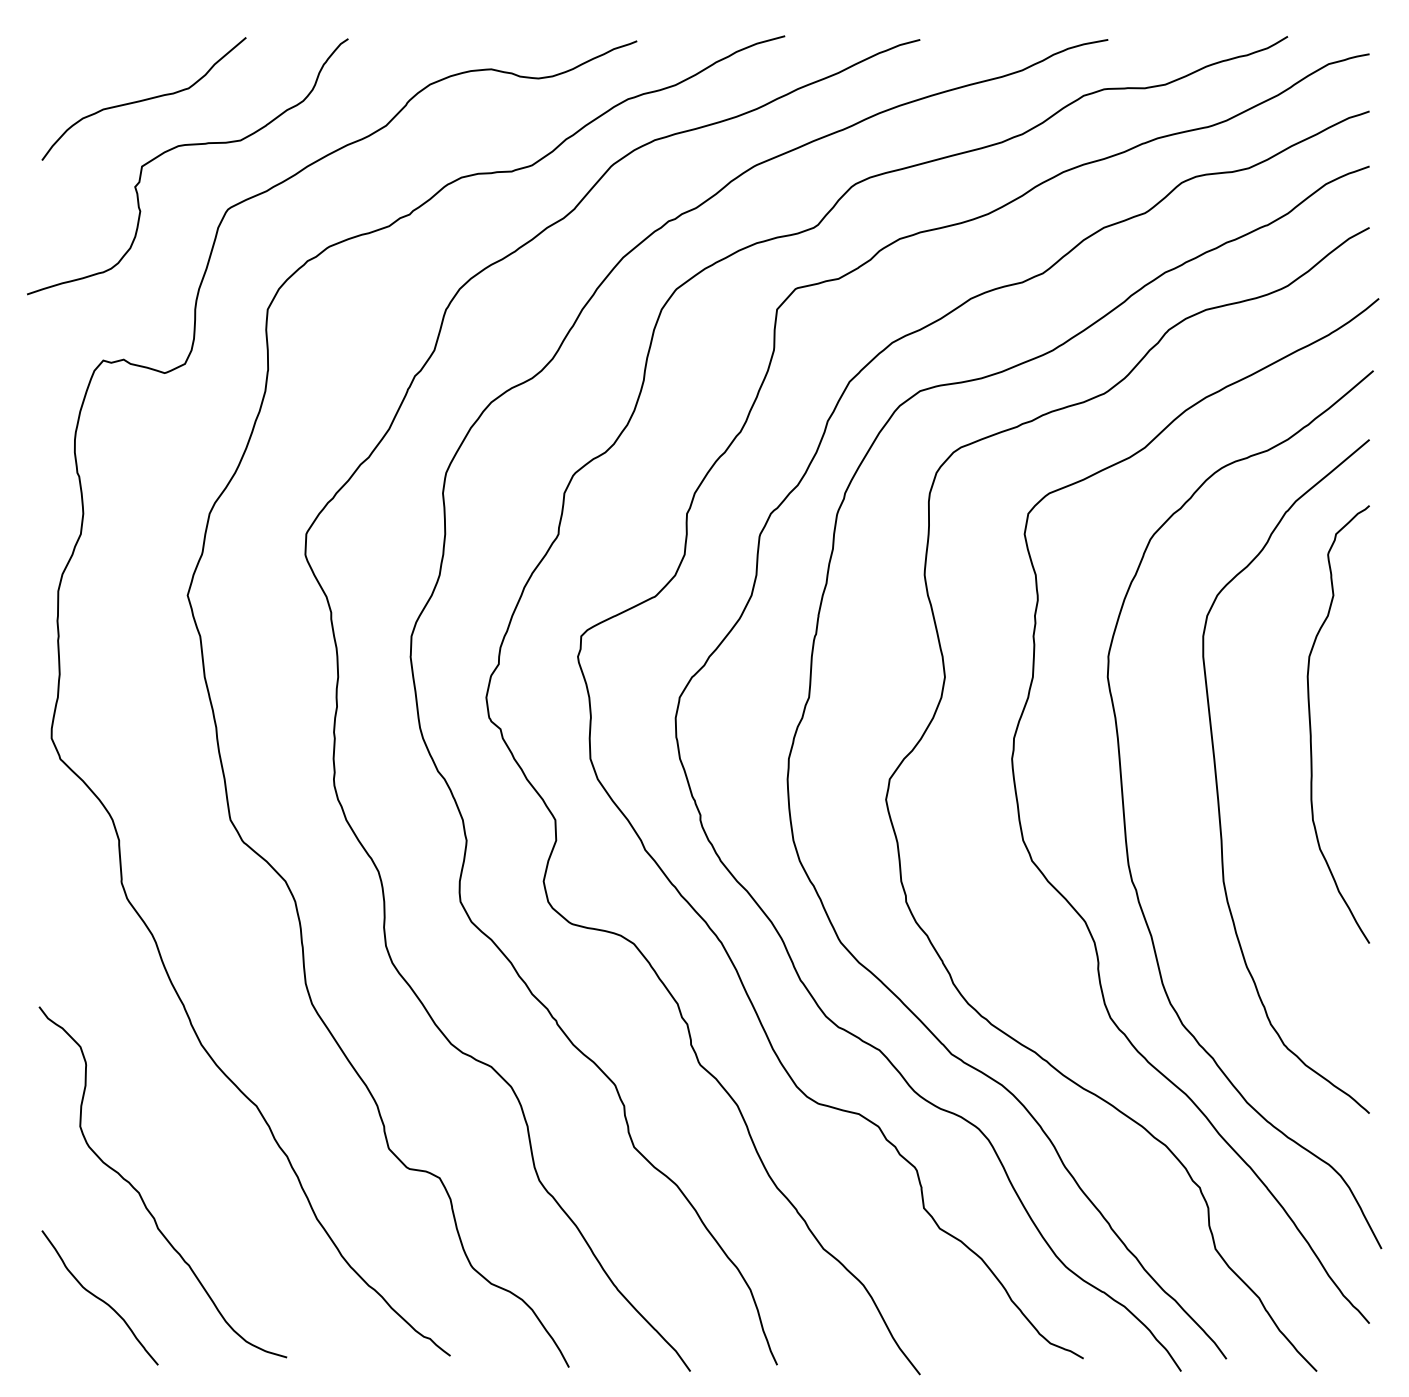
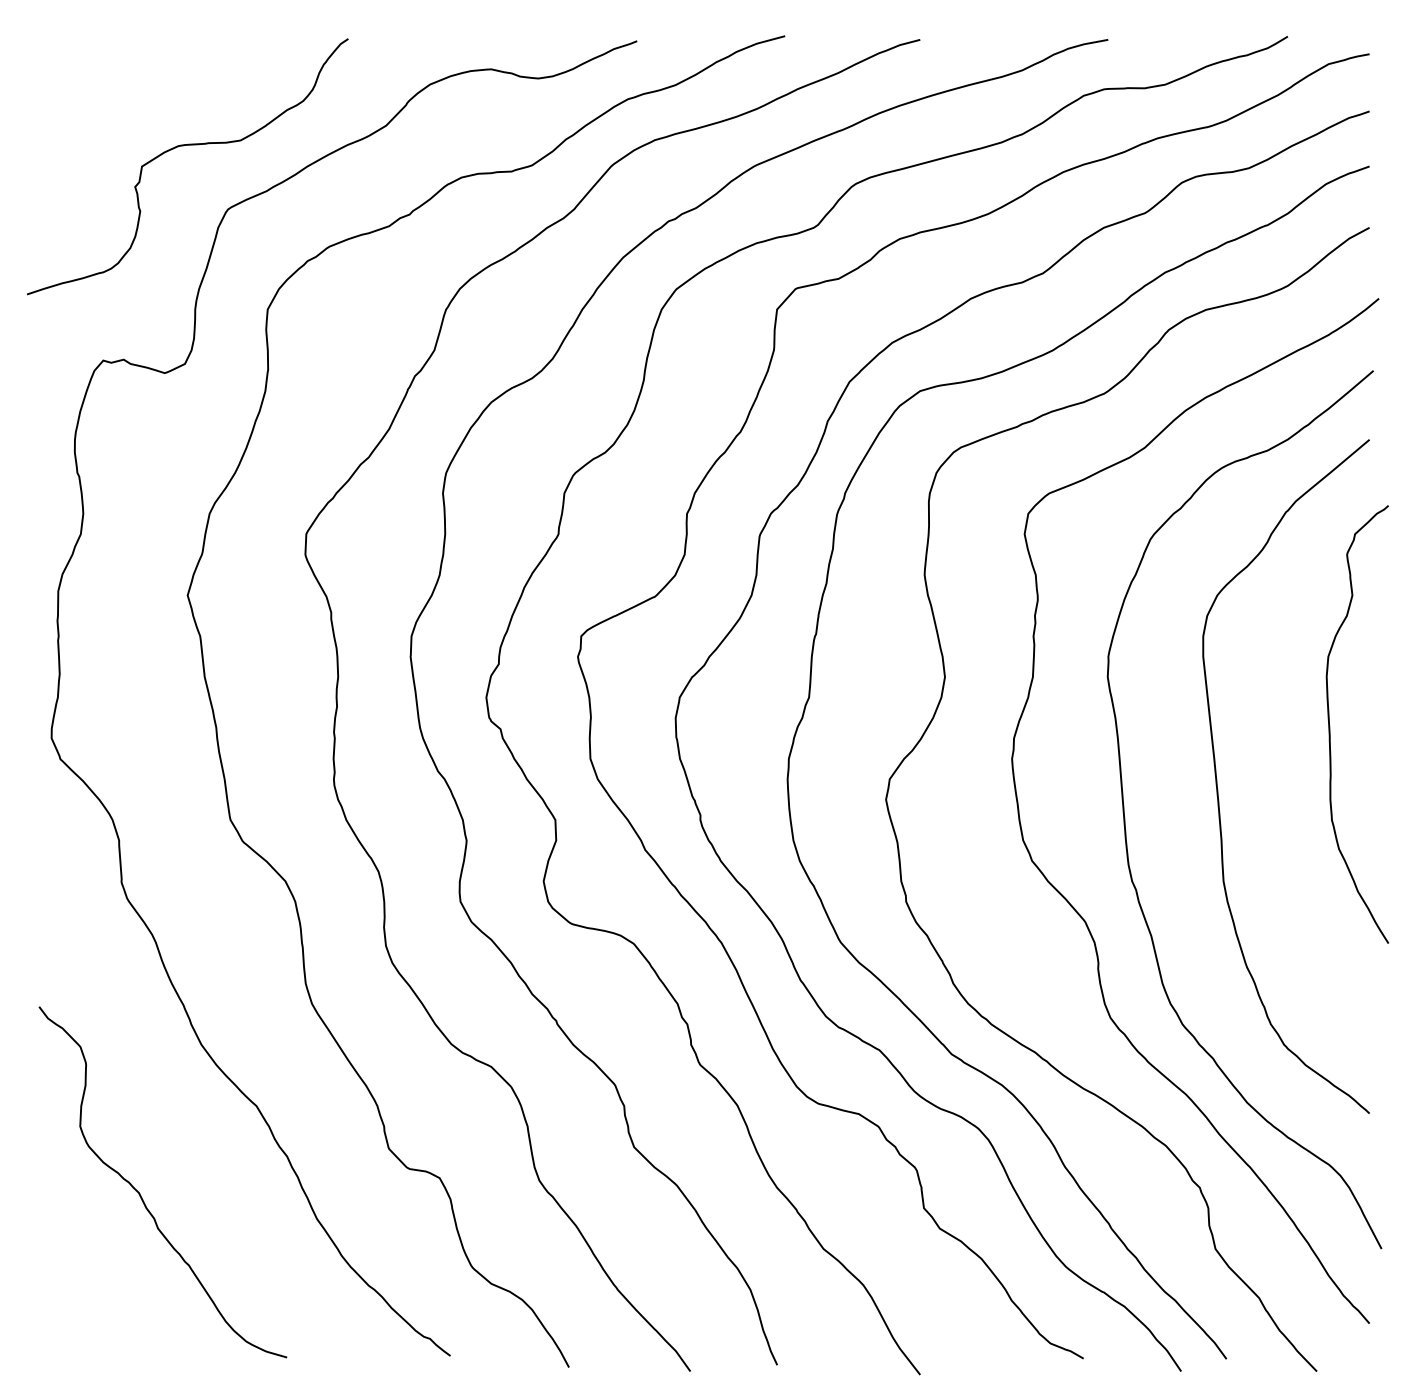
curve at (143, 99): present -> none
curve at (1311, 725) position: (1311, 725) -> (1330, 725)
curve at (99, 1297): present -> none
